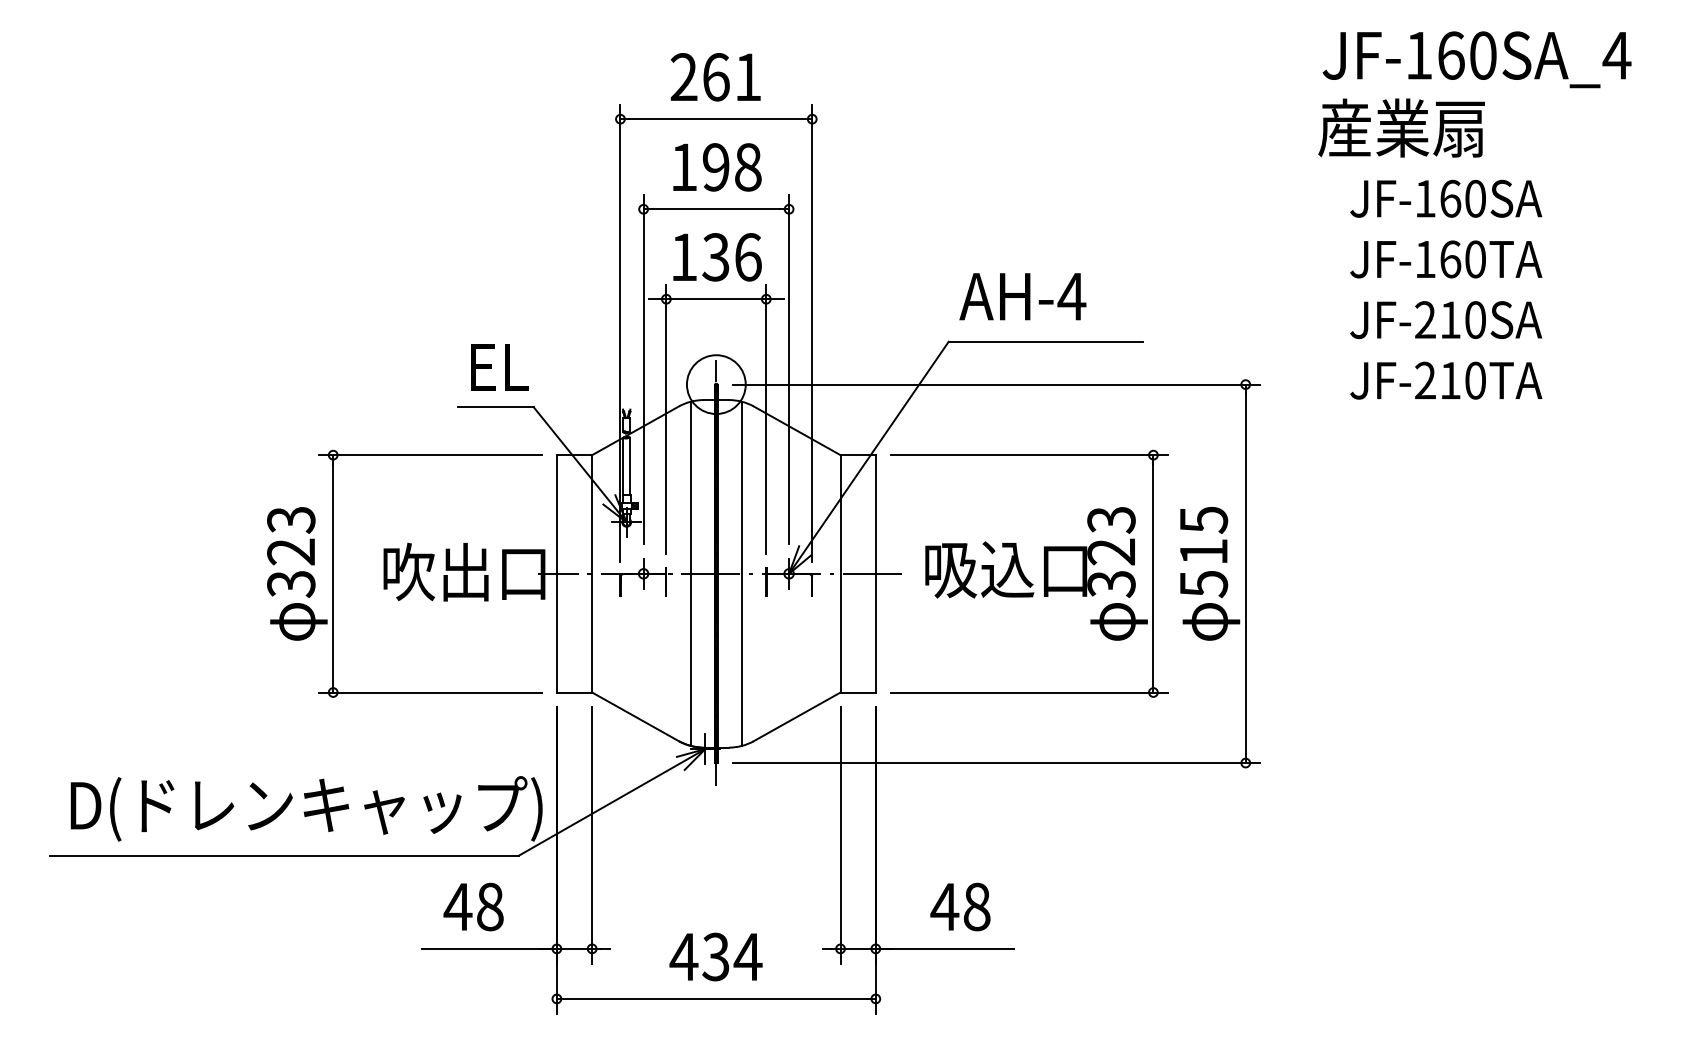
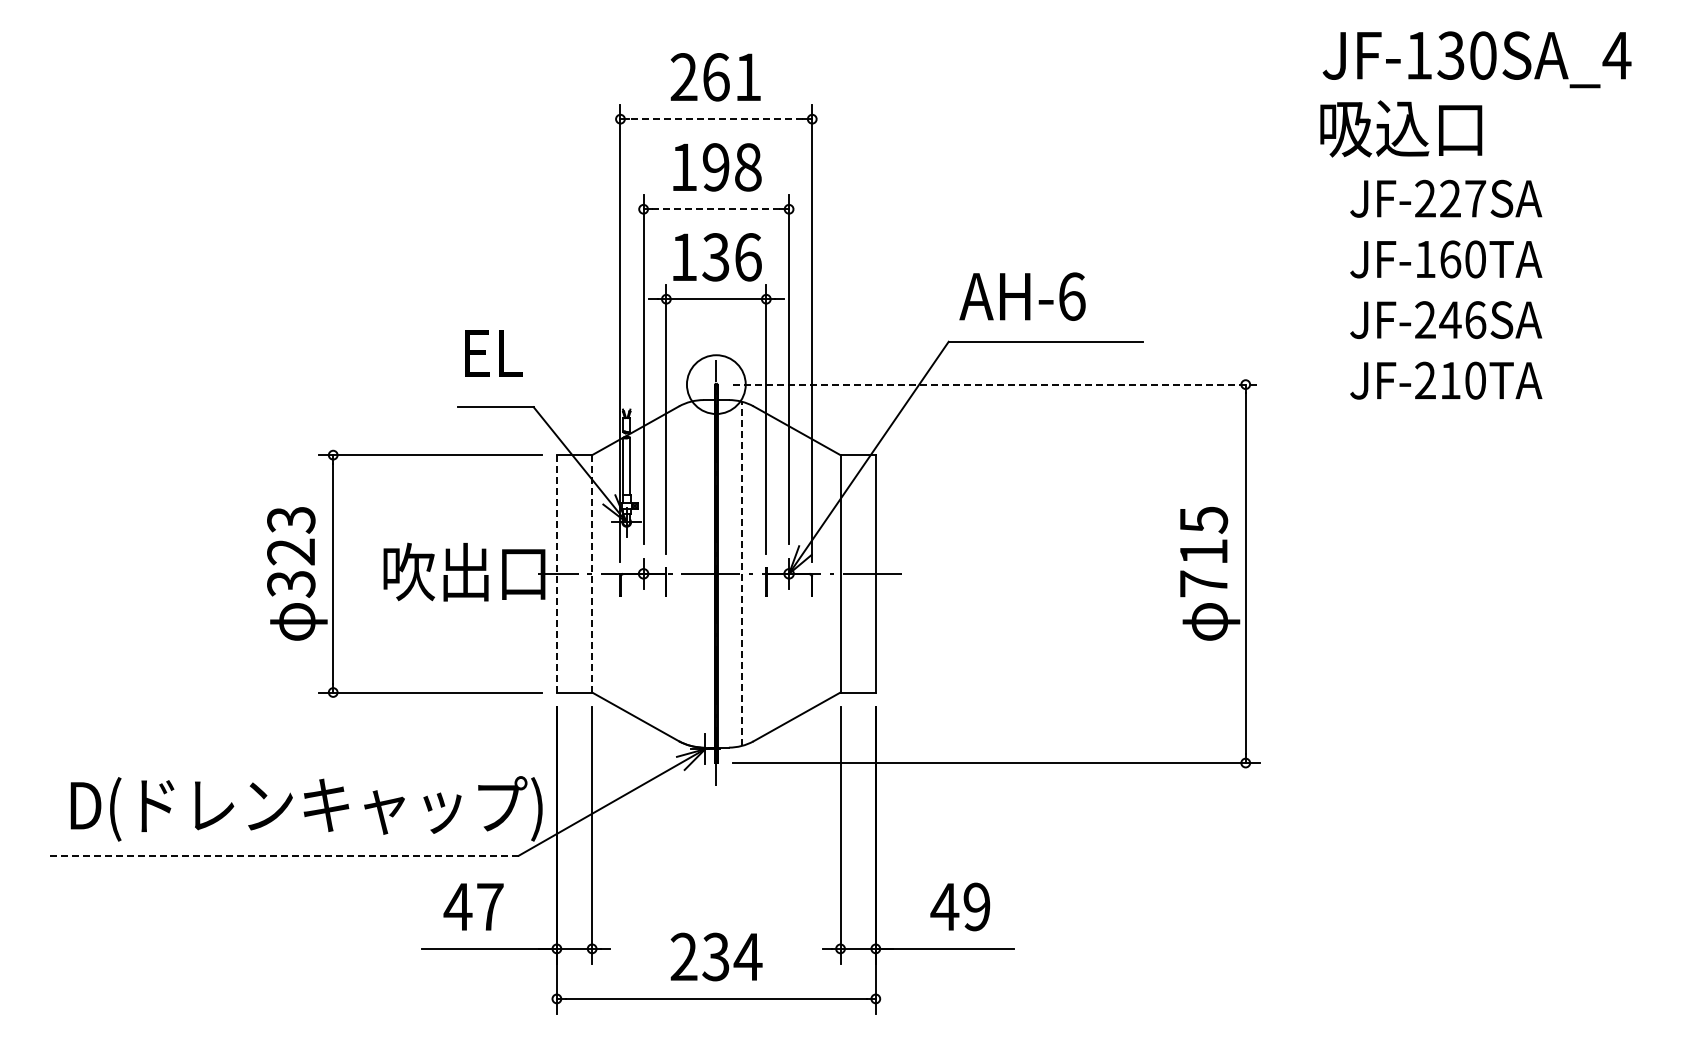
text at (1450, 55): JF-160SA_4 -> JF-130SA_4
line at (715, 119): solid -> dashed
text at (1401, 127): 産業扇 -> 吸込口
text at (1450, 198): JF-160SA -> JF-227SA
line at (716, 209): solid -> dashed
text at (1071, 296): AH-4 -> AH-6
text at (1462, 319): JF-210SA -> JF-246SA
text at (499, 367) position: (499, 367) -> (493, 353)
line at (996, 384): solid -> dashed
line at (556, 573): solid -> dashed
line at (592, 573): solid -> dashed
line at (690, 573): present -> none
line at (742, 573): solid -> dashed
part at (1029, 573): present -> none
text at (1204, 584): 515 -> 715
line at (284, 855): solid -> dashed
text at (490, 906): 48 -> 47
text at (976, 906): 48 -> 49
text at (683, 956): 434 -> 234
